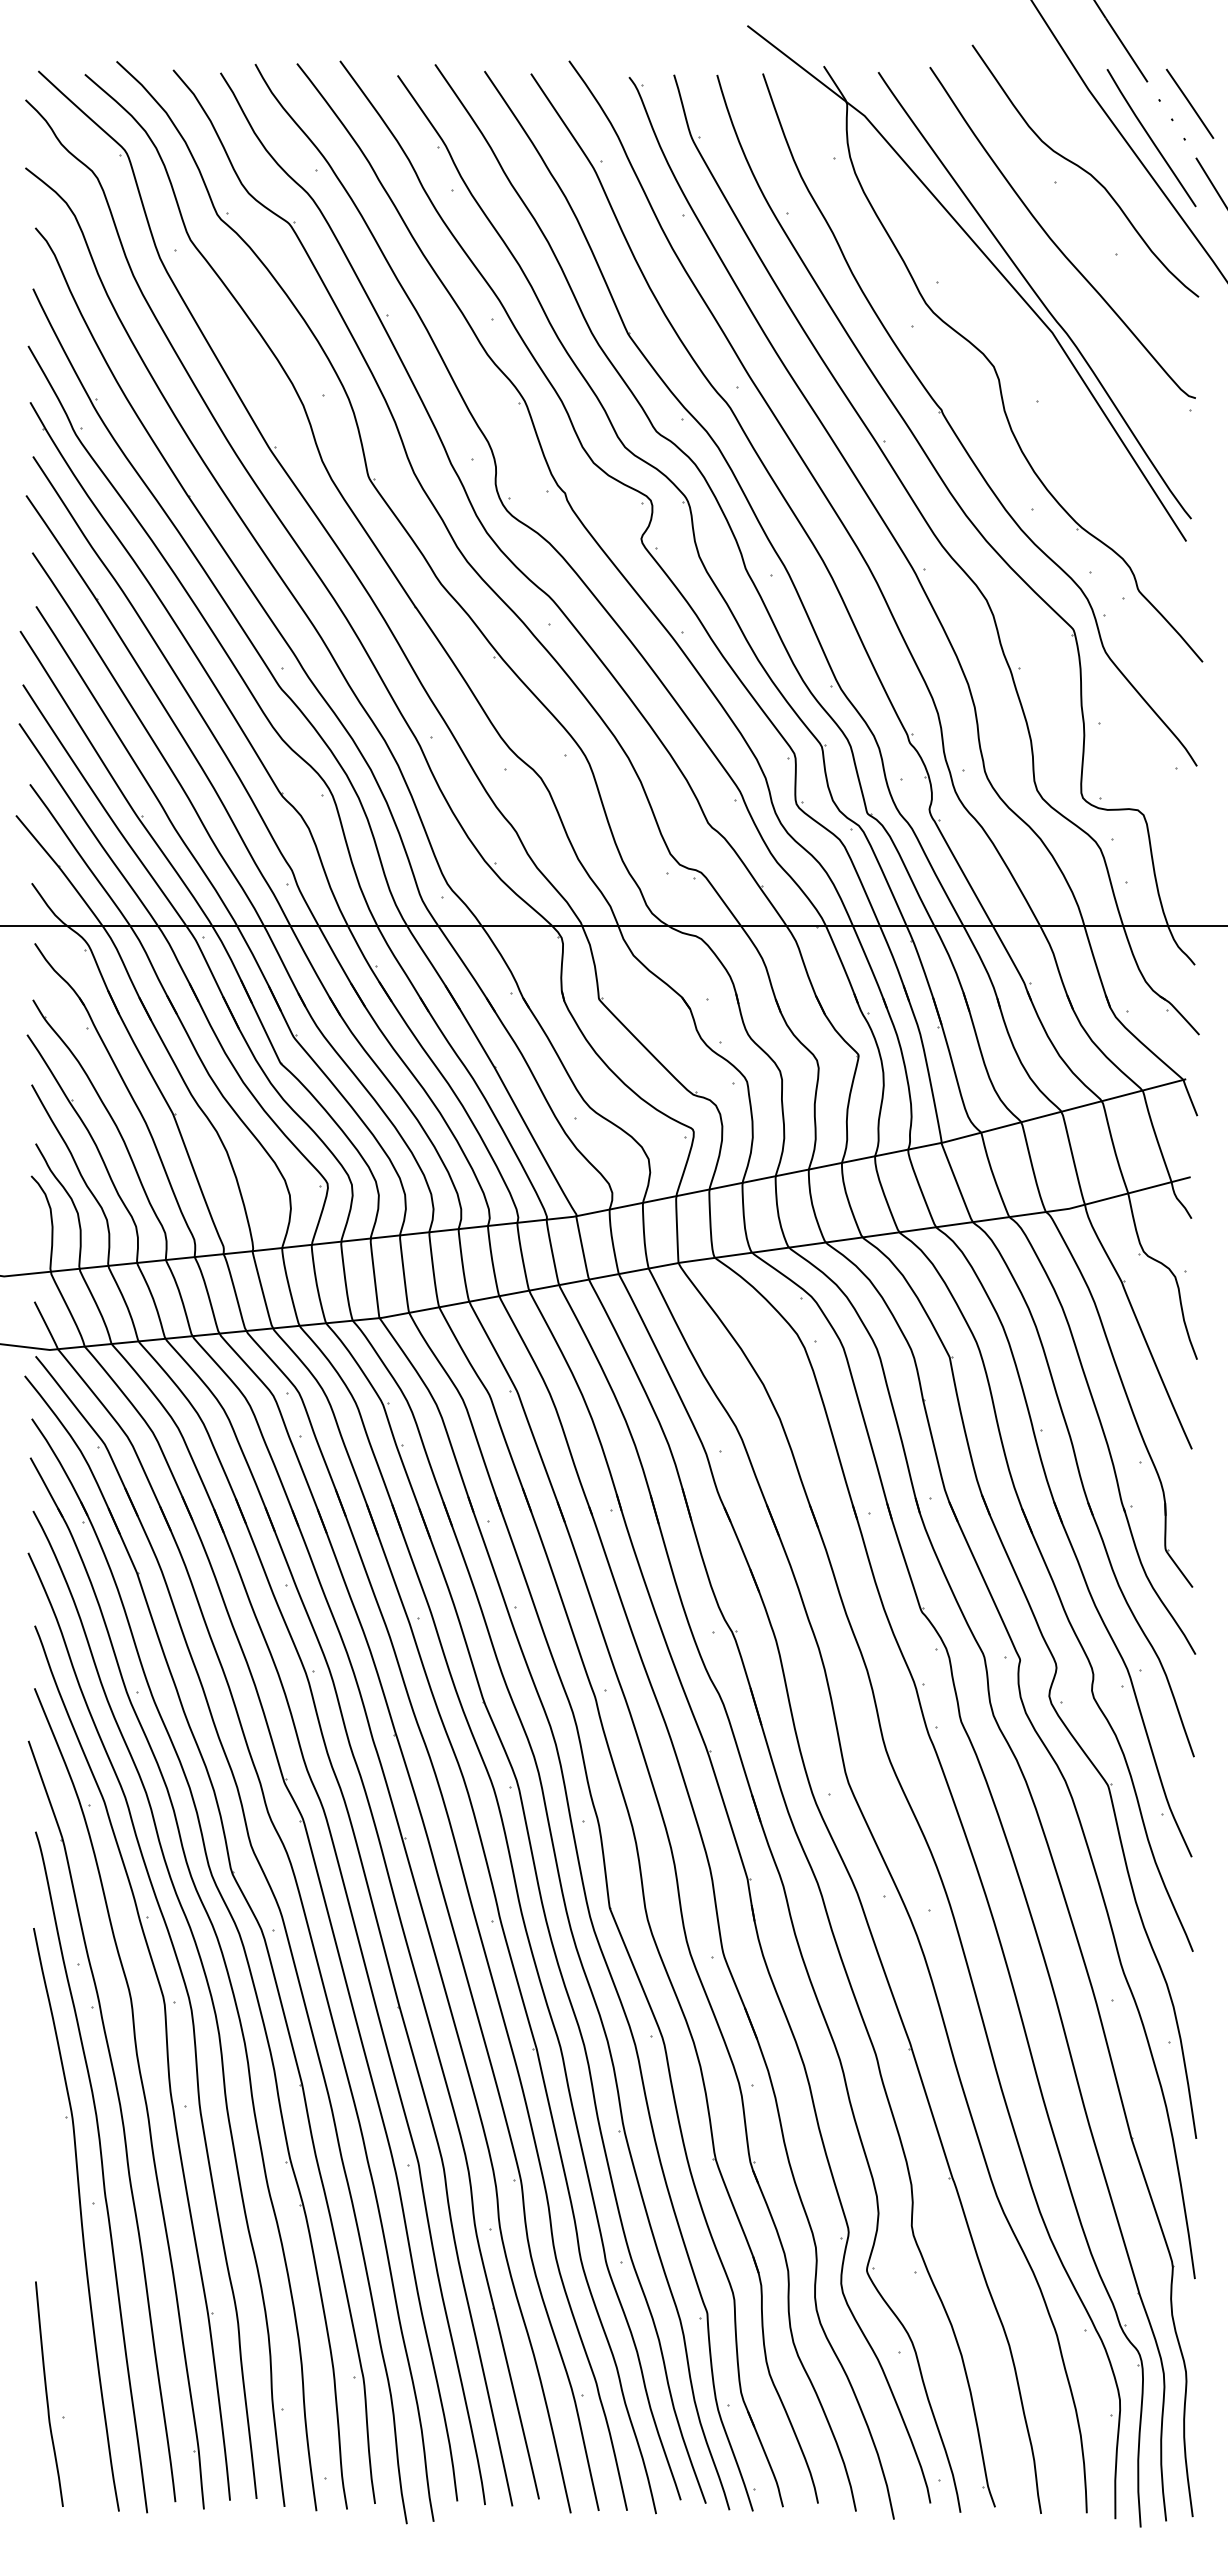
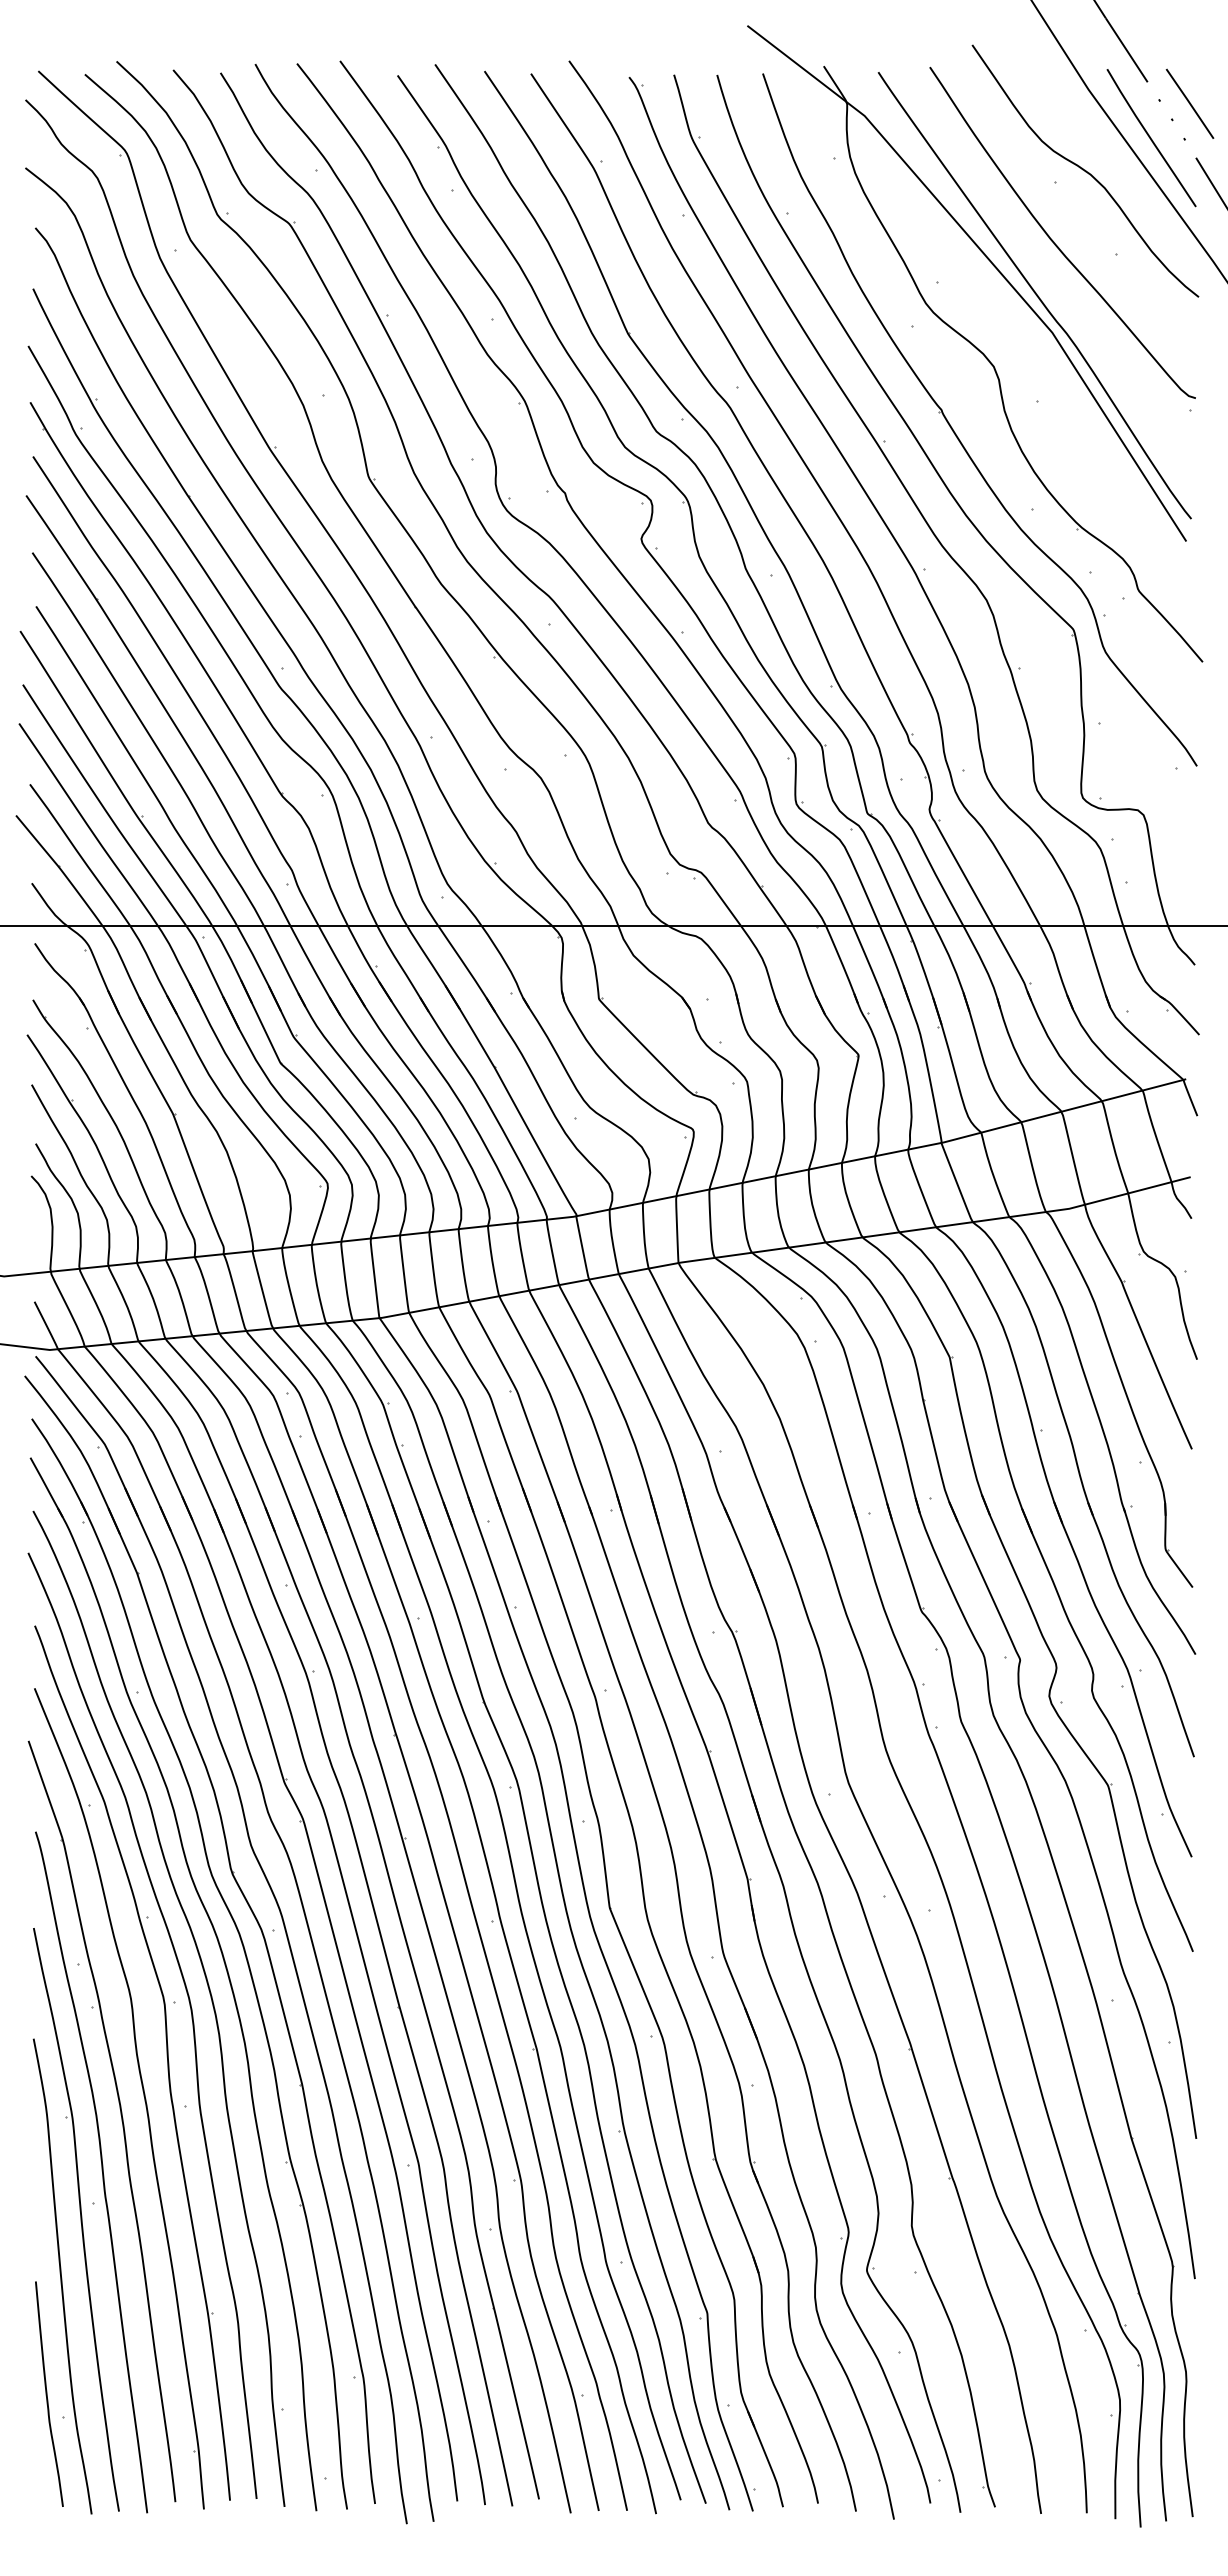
curve at (61, 2276): none -> present
